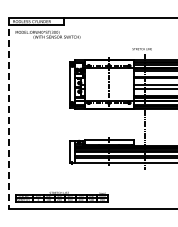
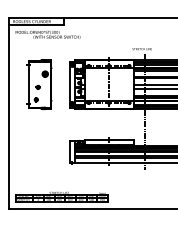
part at (39, 84): none -> present
line at (8, 113): dashed -> solid
